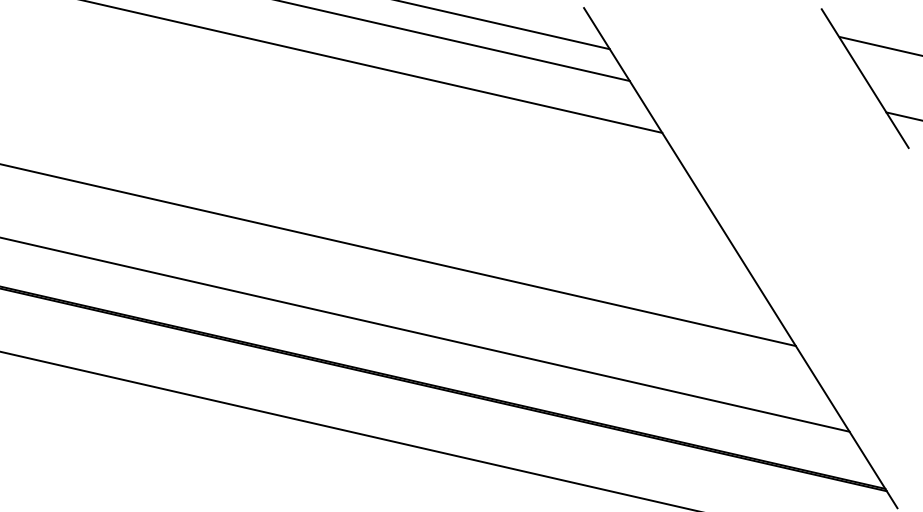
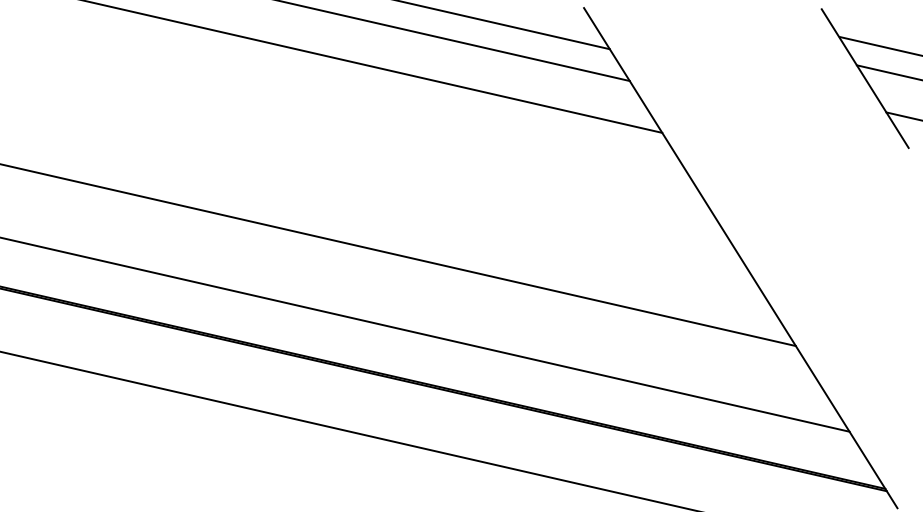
line at (887, 72): none -> present
